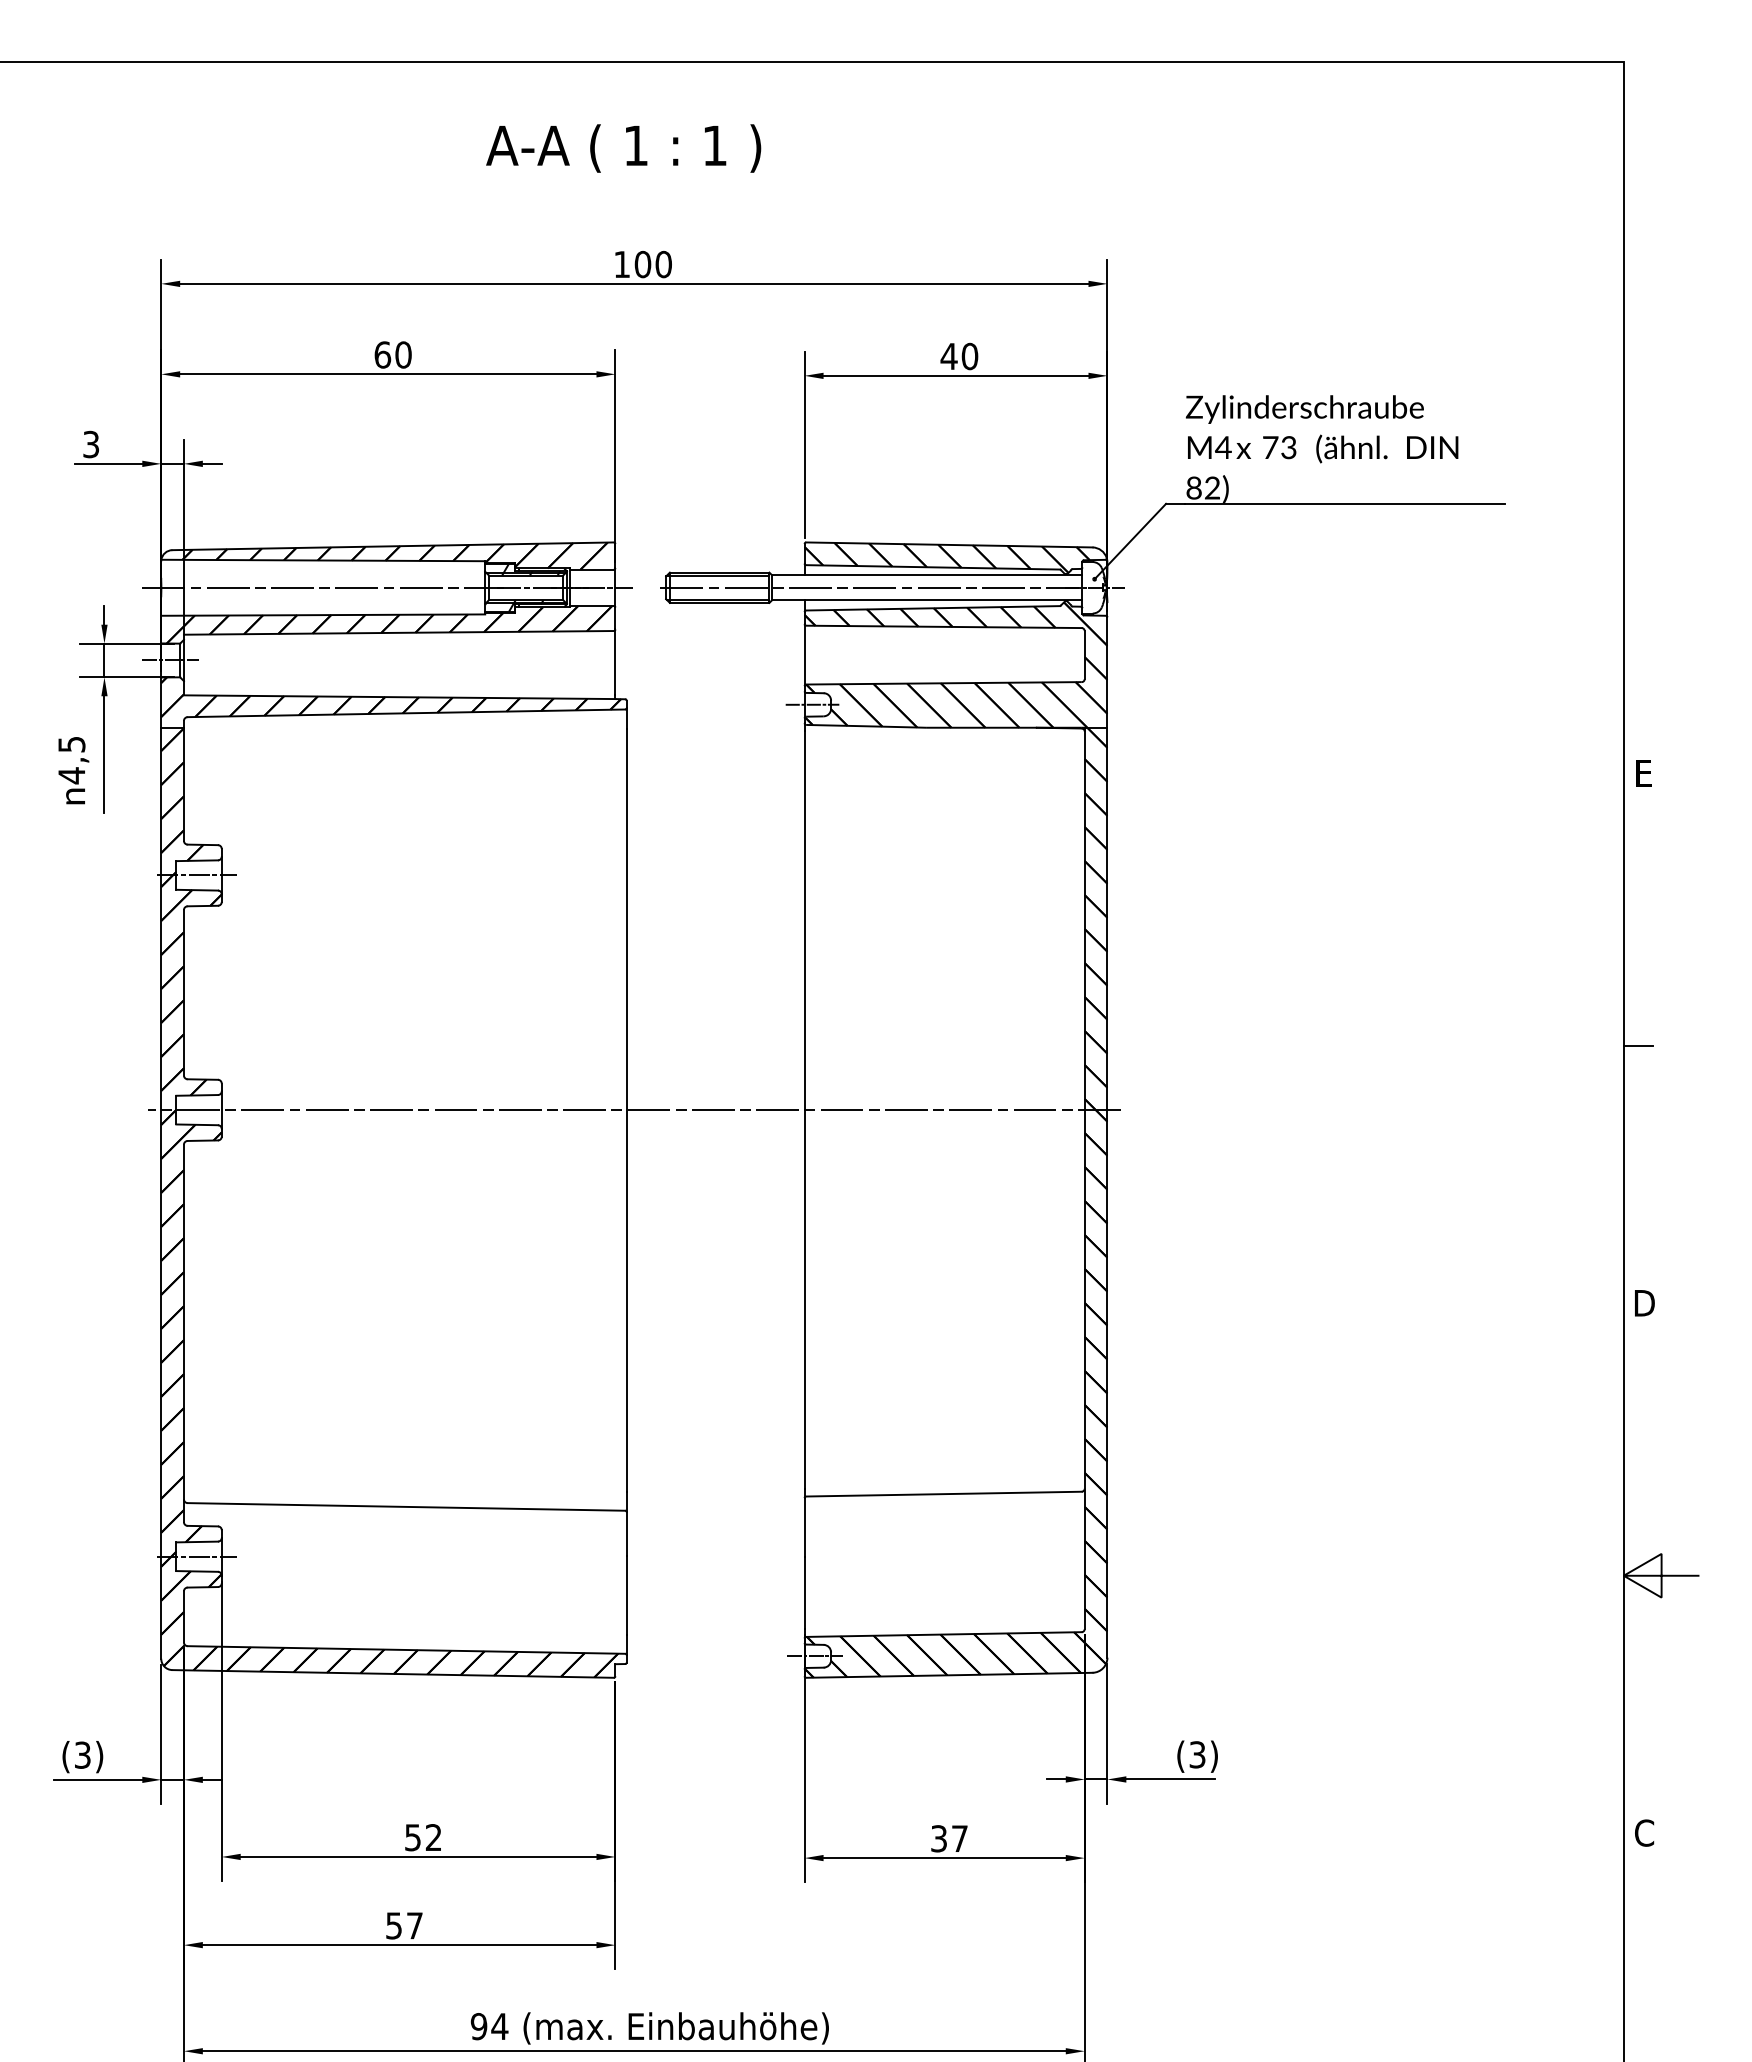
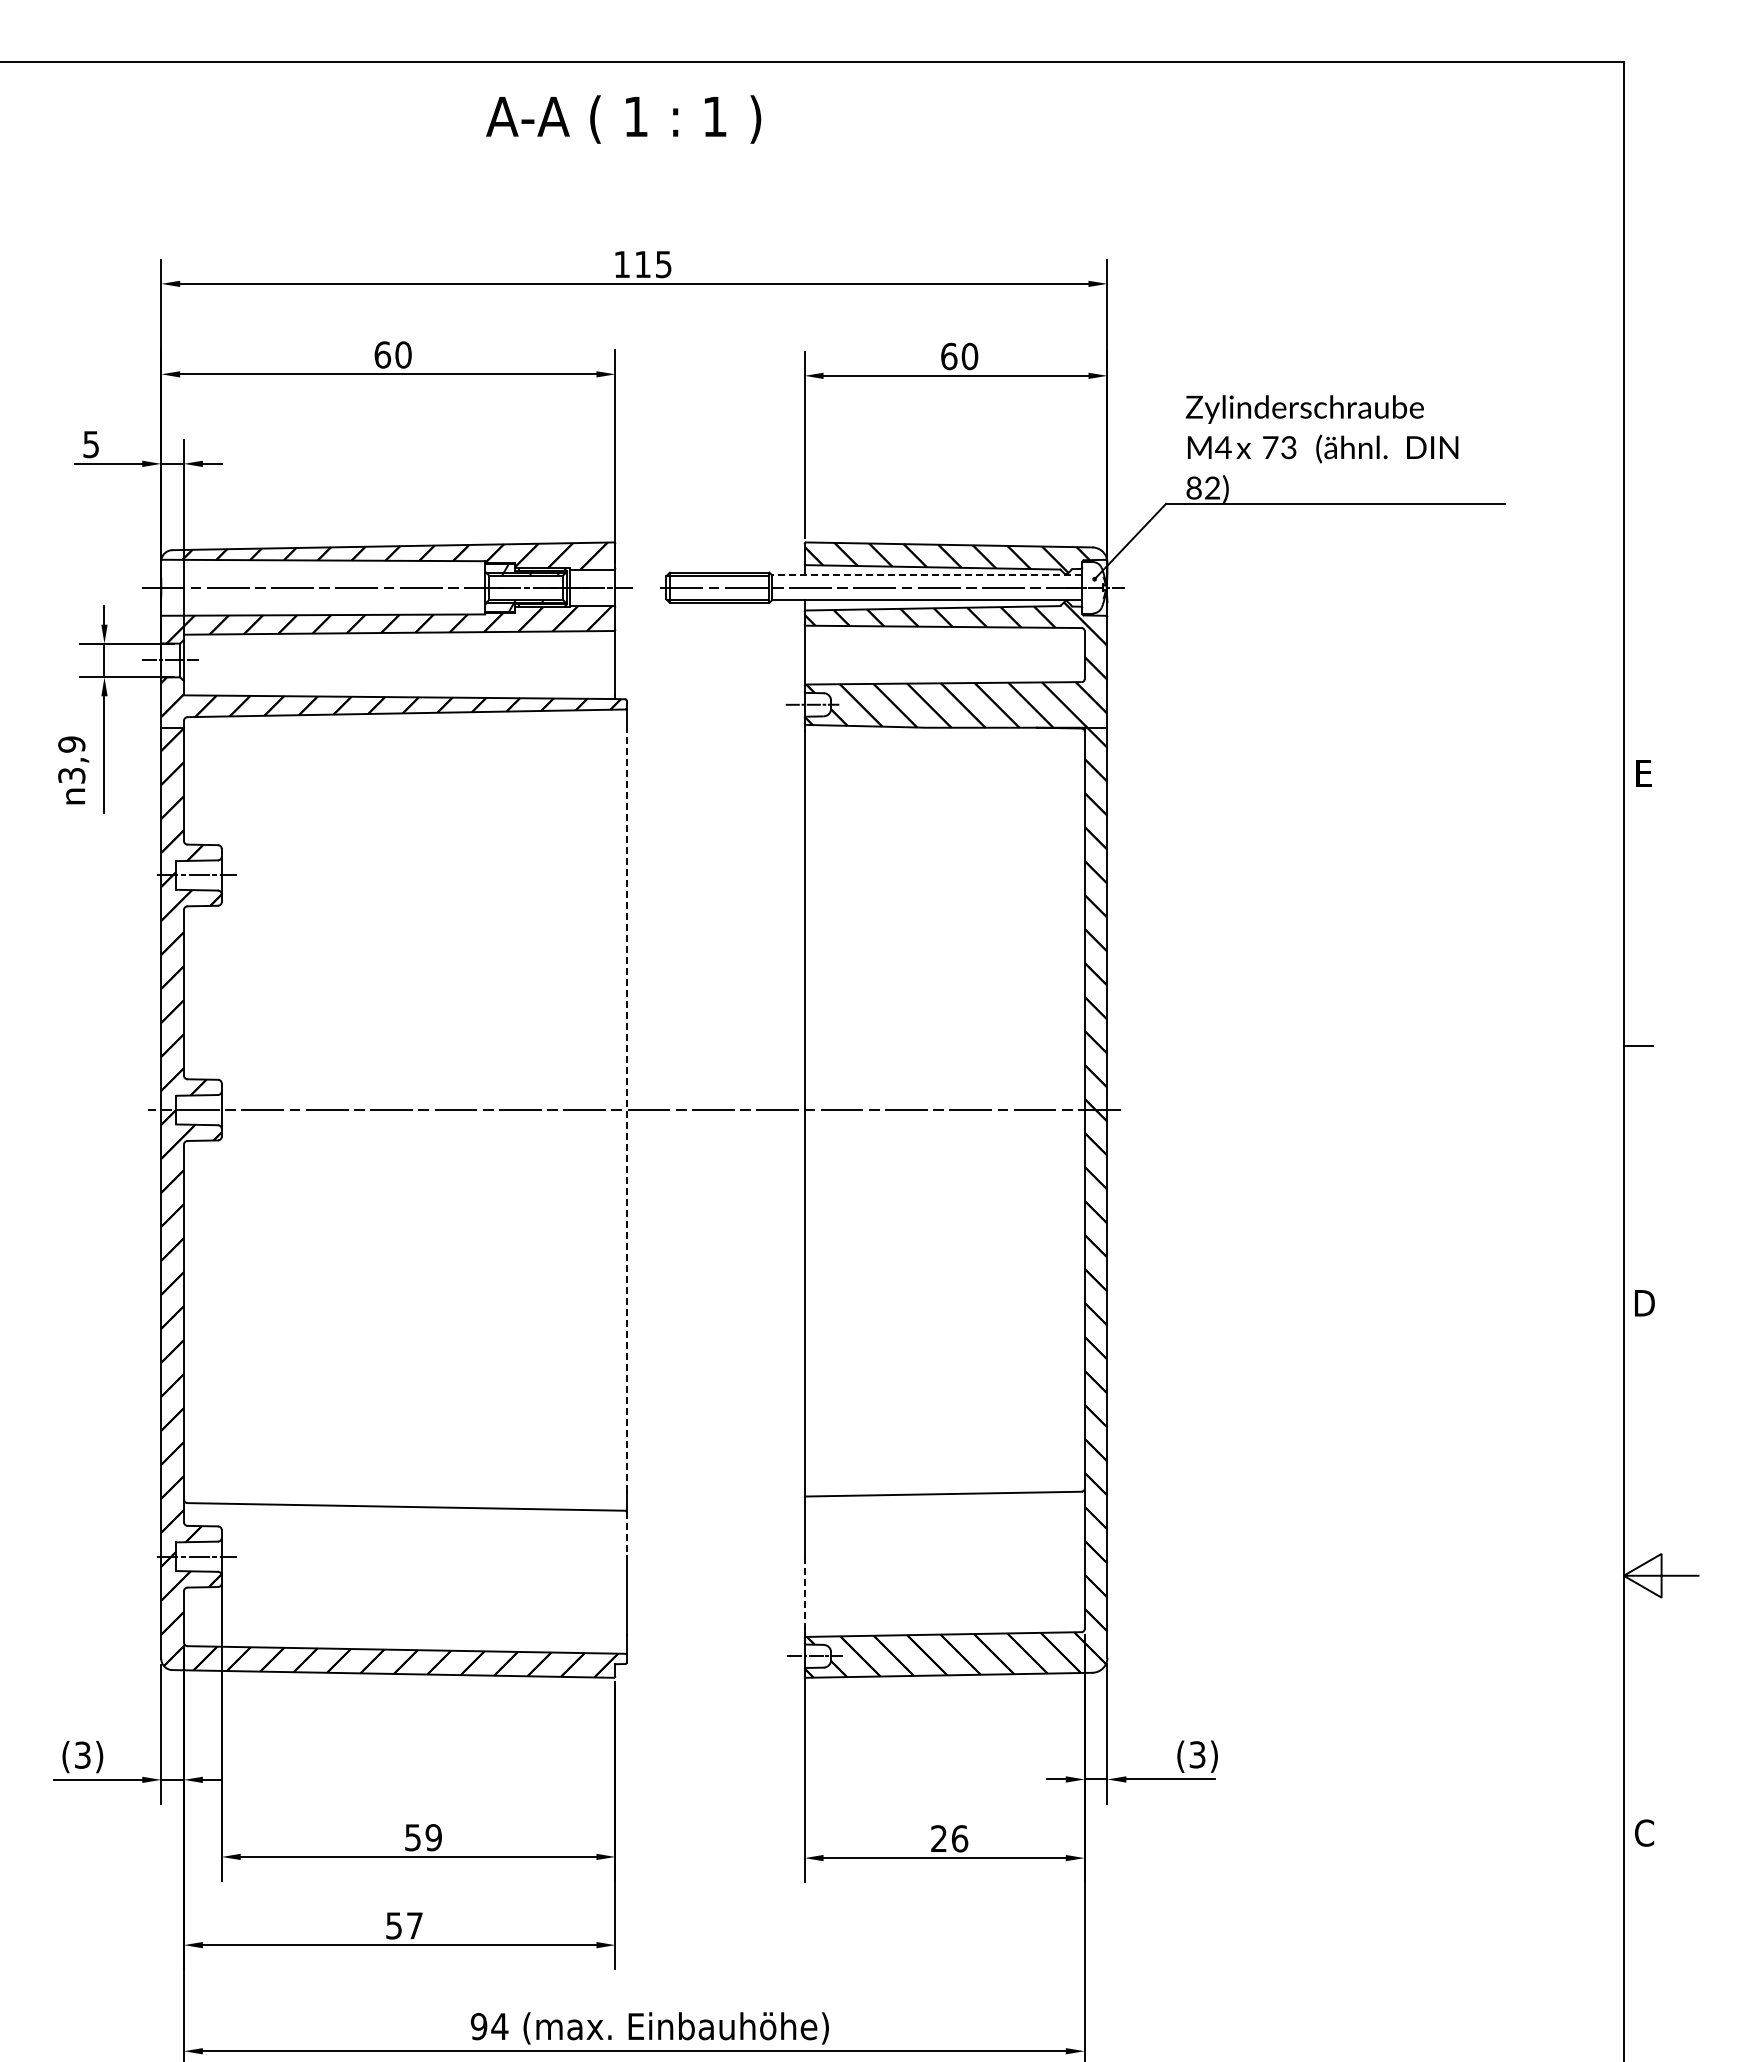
text at (623, 148) position: (623, 148) -> (623, 119)
text at (652, 264): 100 -> 115
text at (948, 356): 40 -> 60
text at (91, 443): 3 -> 5
line at (926, 575): solid -> dashed
text at (71, 760): 4,5 -> 3,9
line at (626, 1110): solid -> dashed
line at (626, 1534): solid -> dashed
line at (804, 1593): solid -> dashed
text at (433, 1837): 52 -> 59
text at (949, 1838): 37 -> 26
